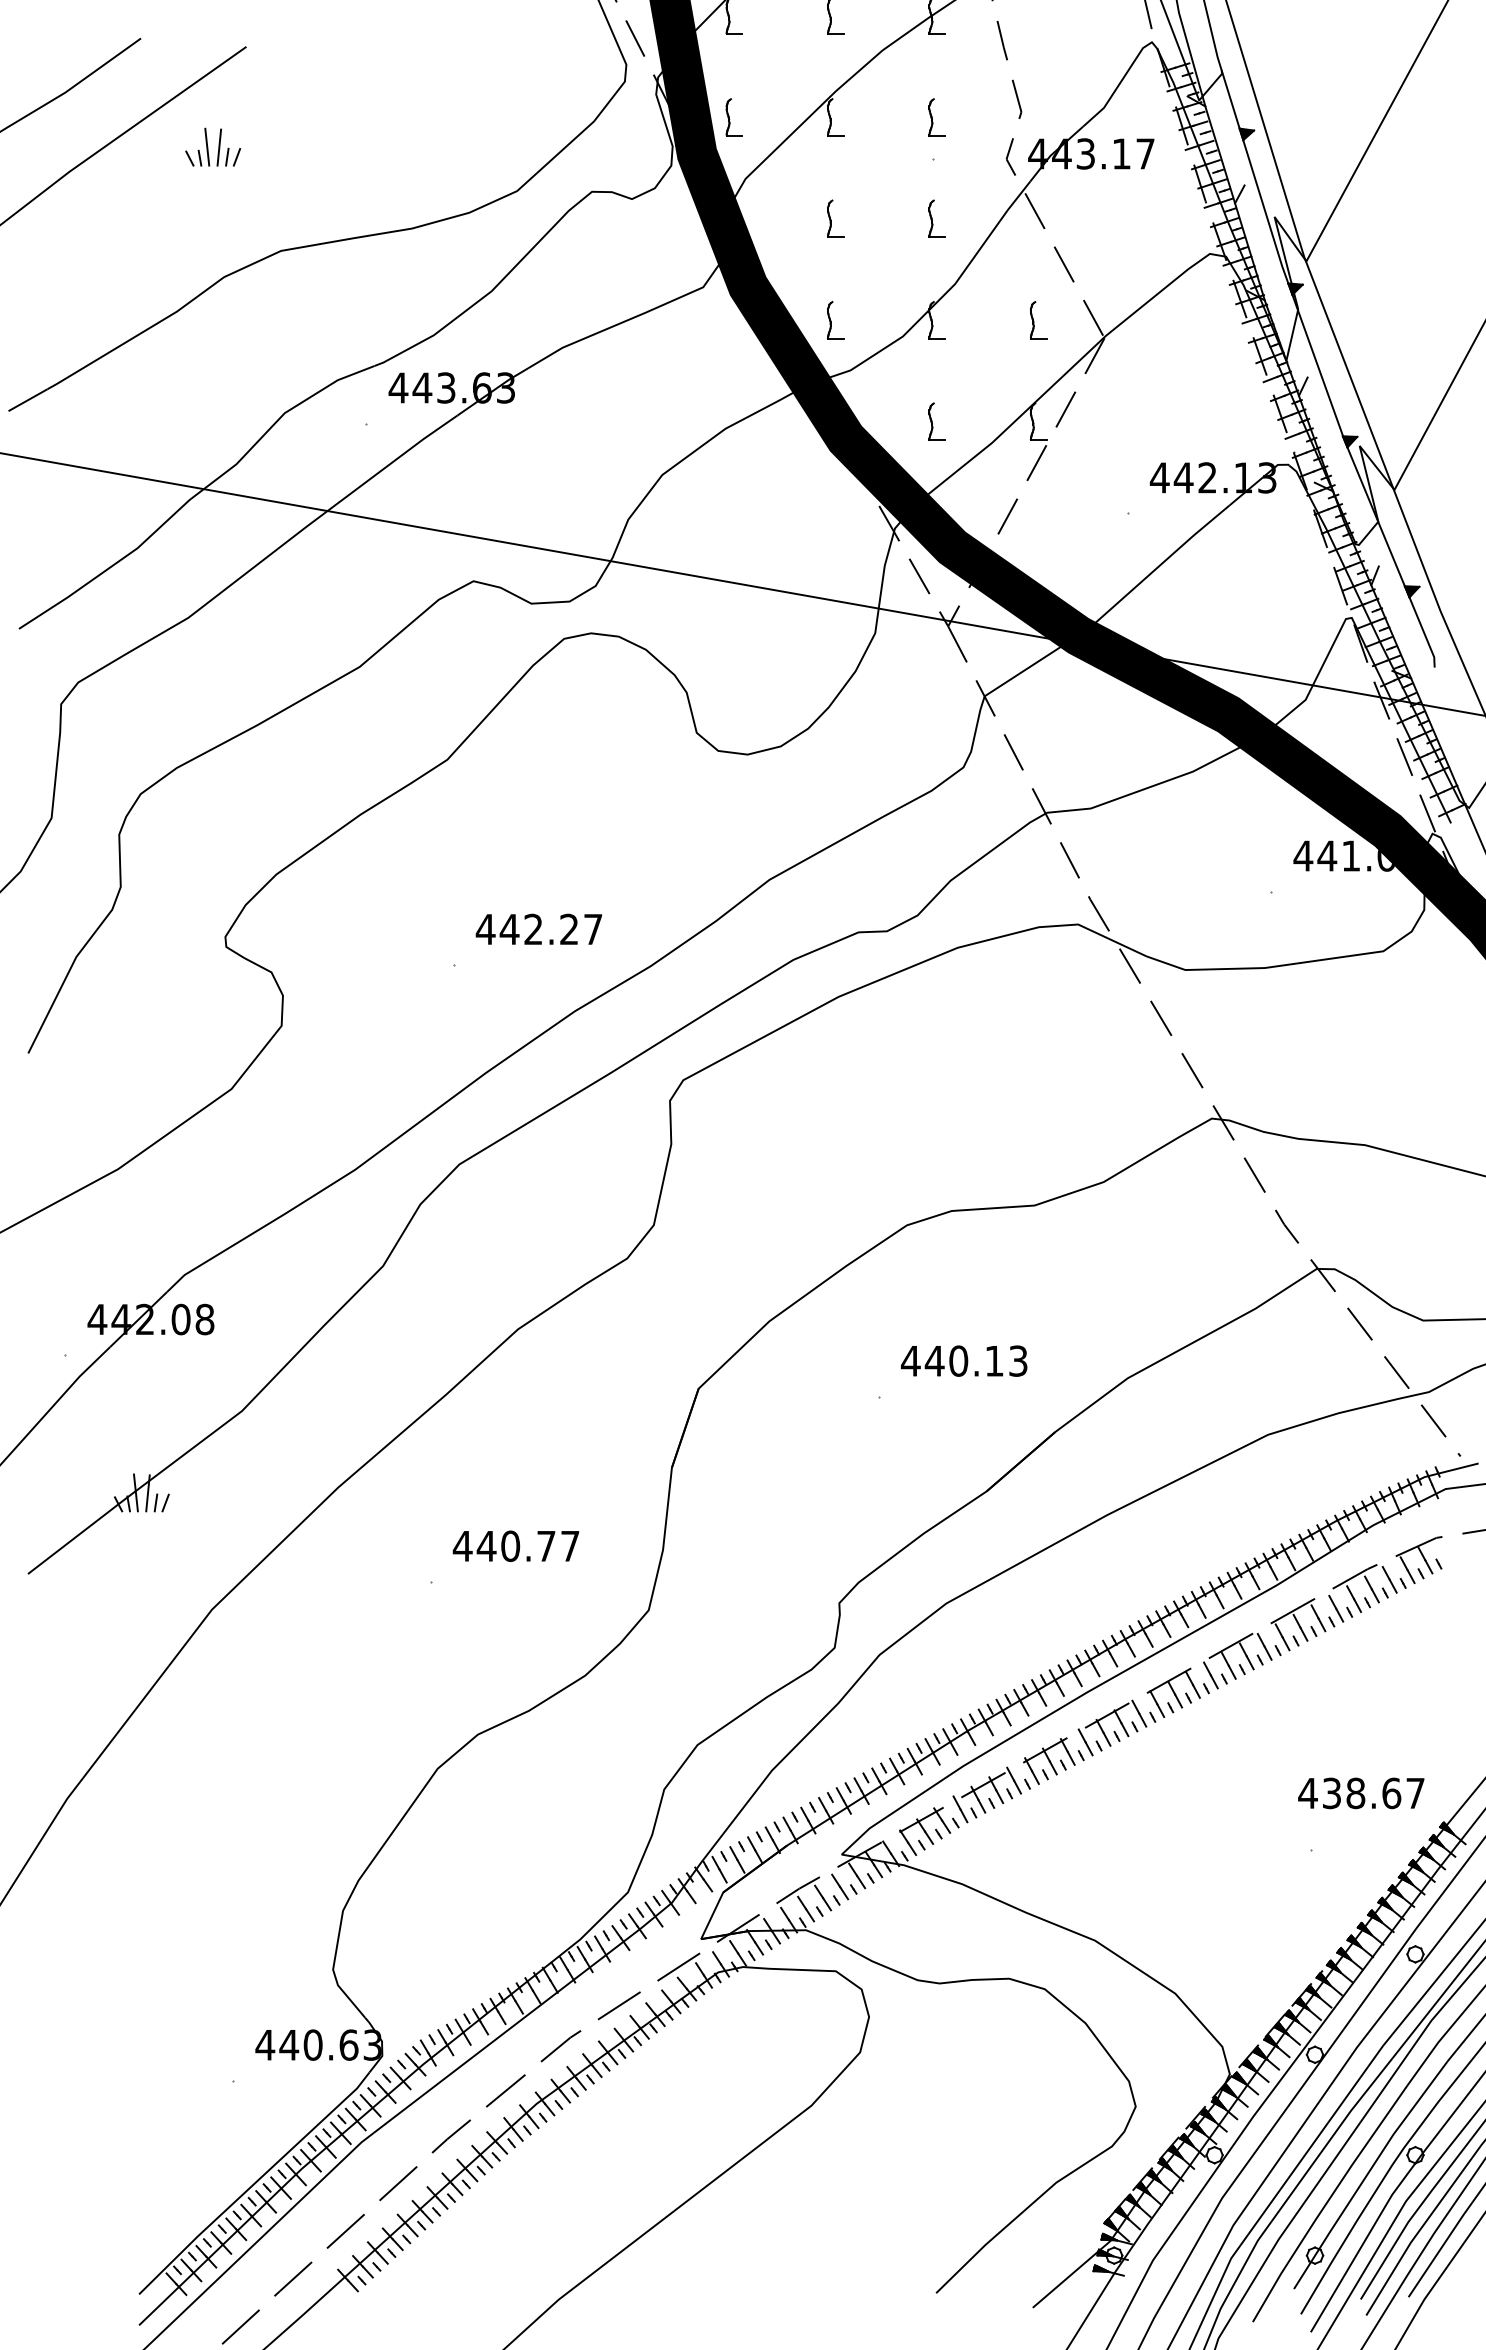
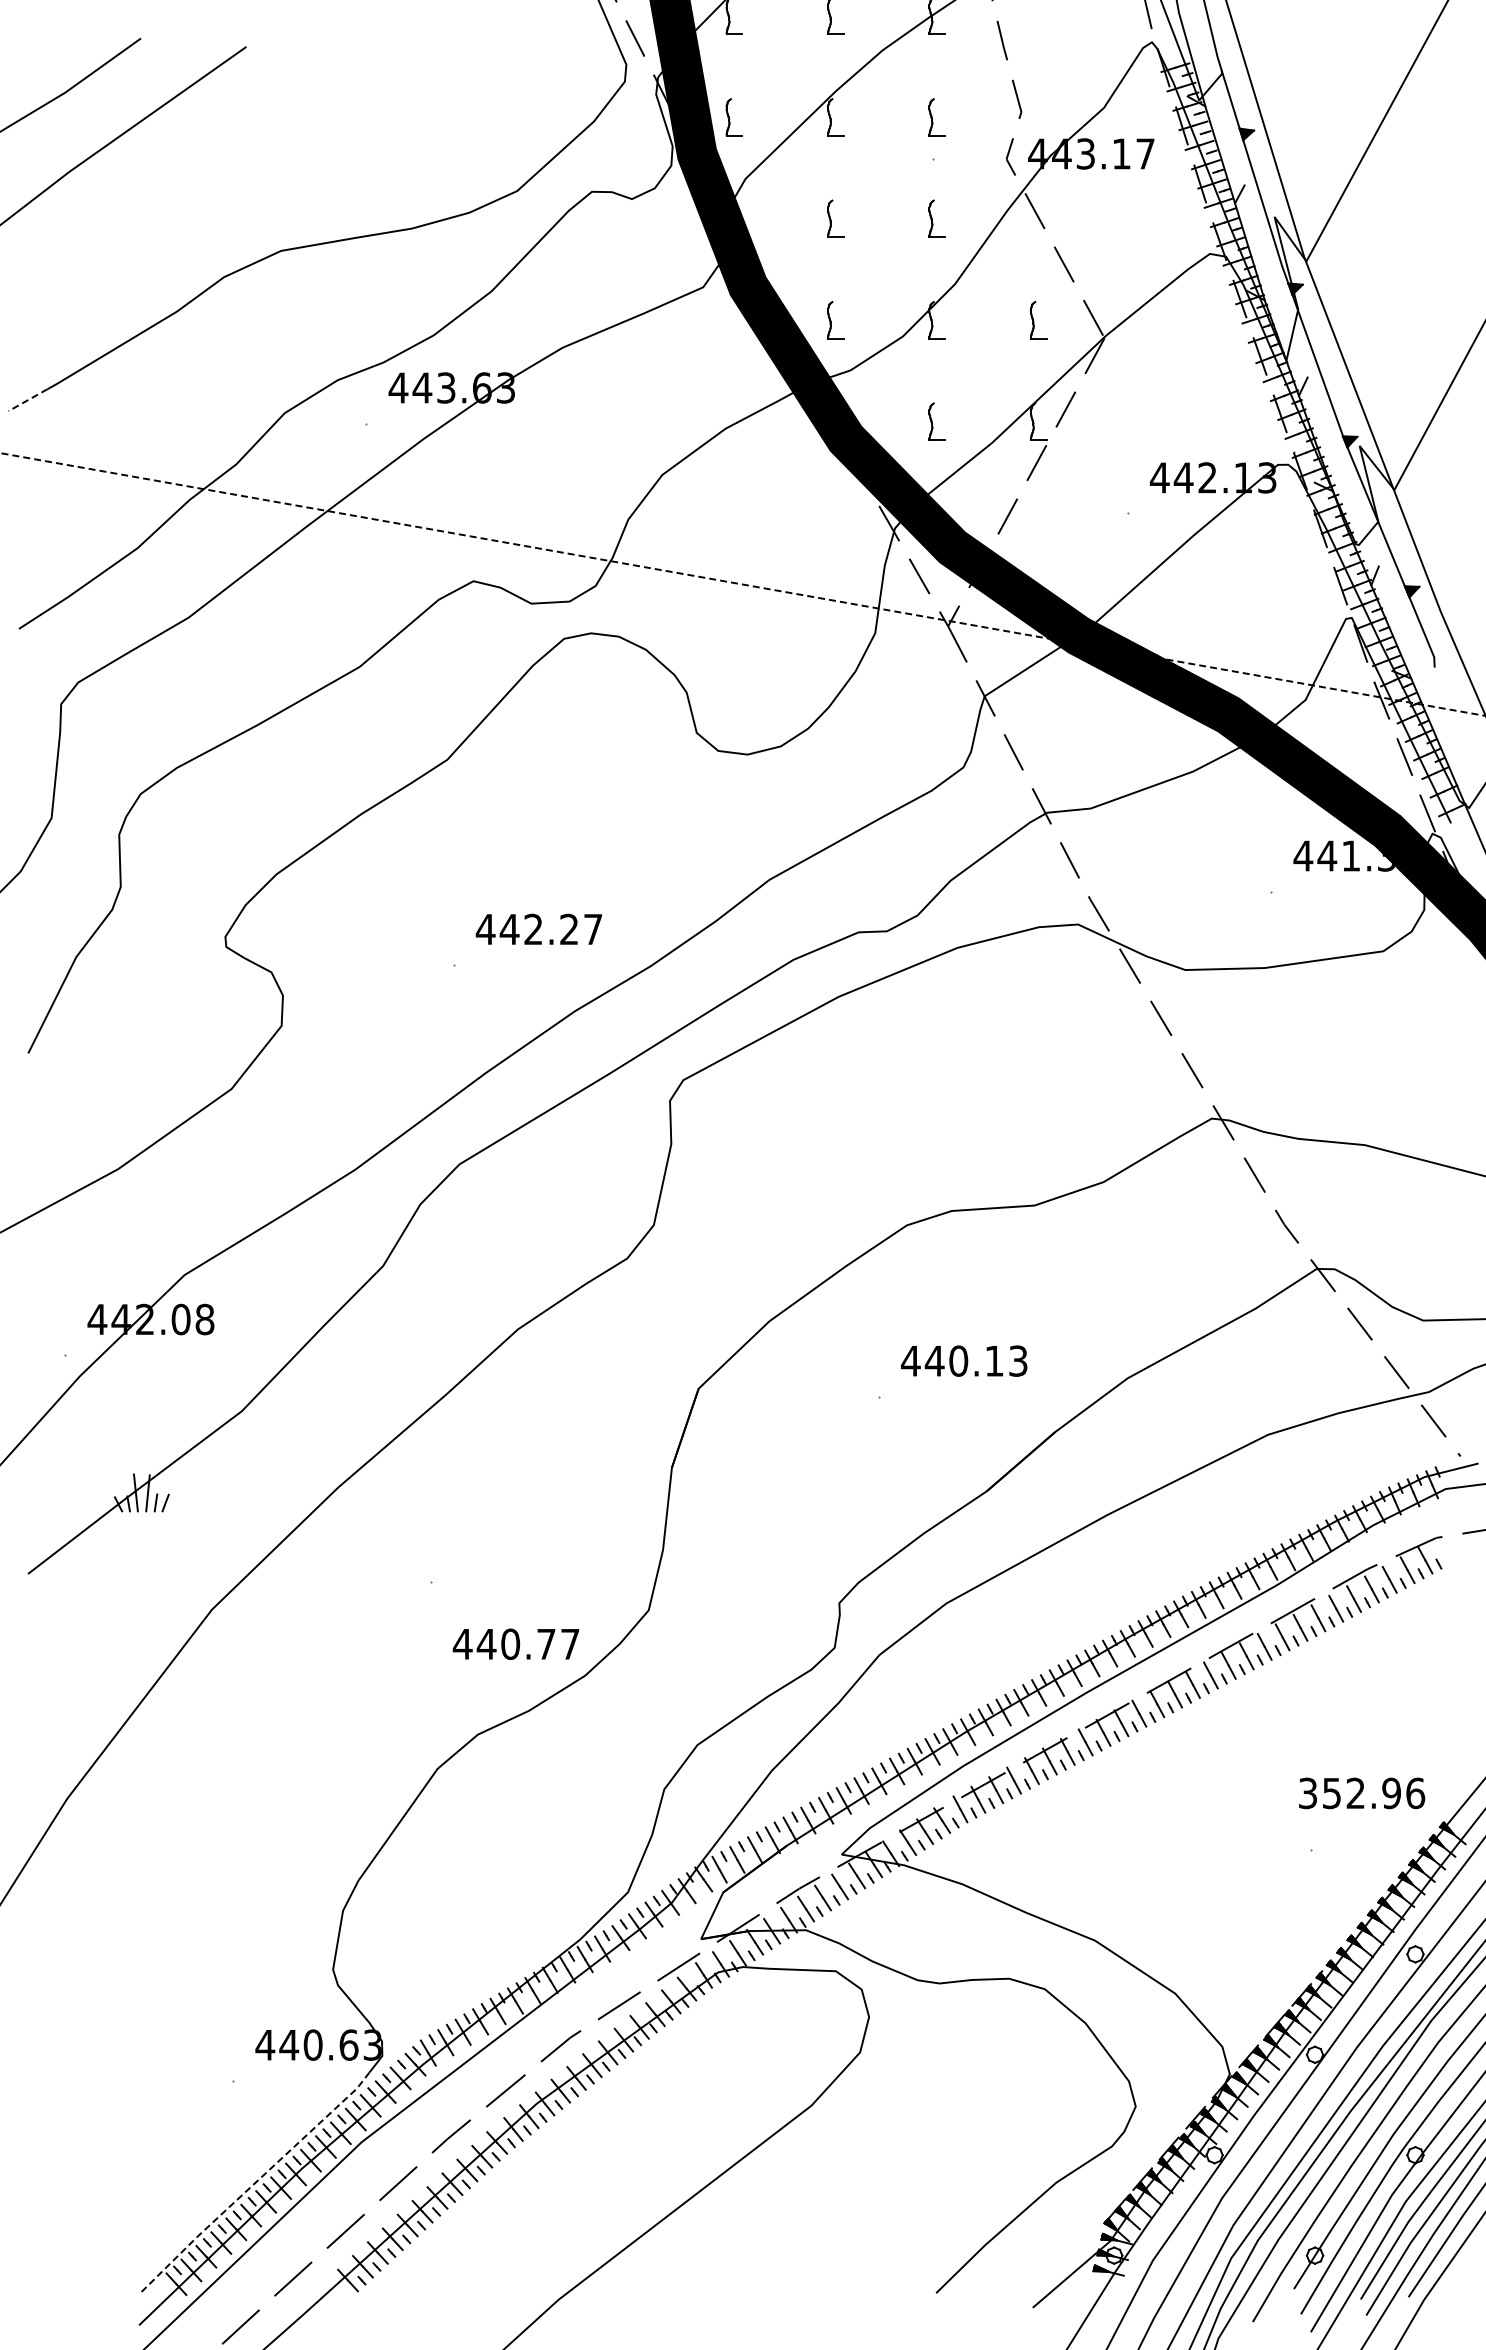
part at (213, 146): present -> none
line at (27, 400): solid -> dashed
line at (742, 584): solid -> dashed
text at (1385, 860): 441.08 -> 441.38
text at (515, 1545) position: (515, 1545) -> (515, 1643)
text at (1361, 1793): 438.67 -> 352.96
line at (254, 2183): solid -> dashed
